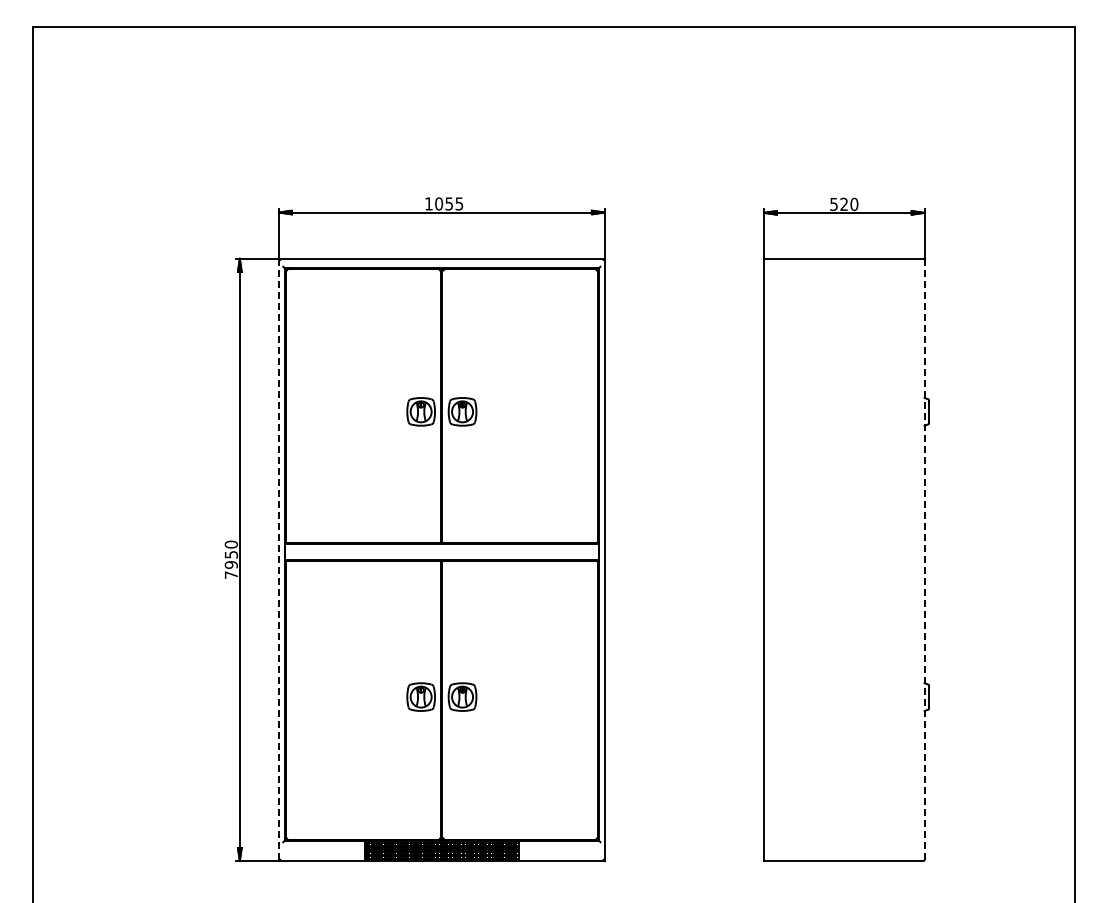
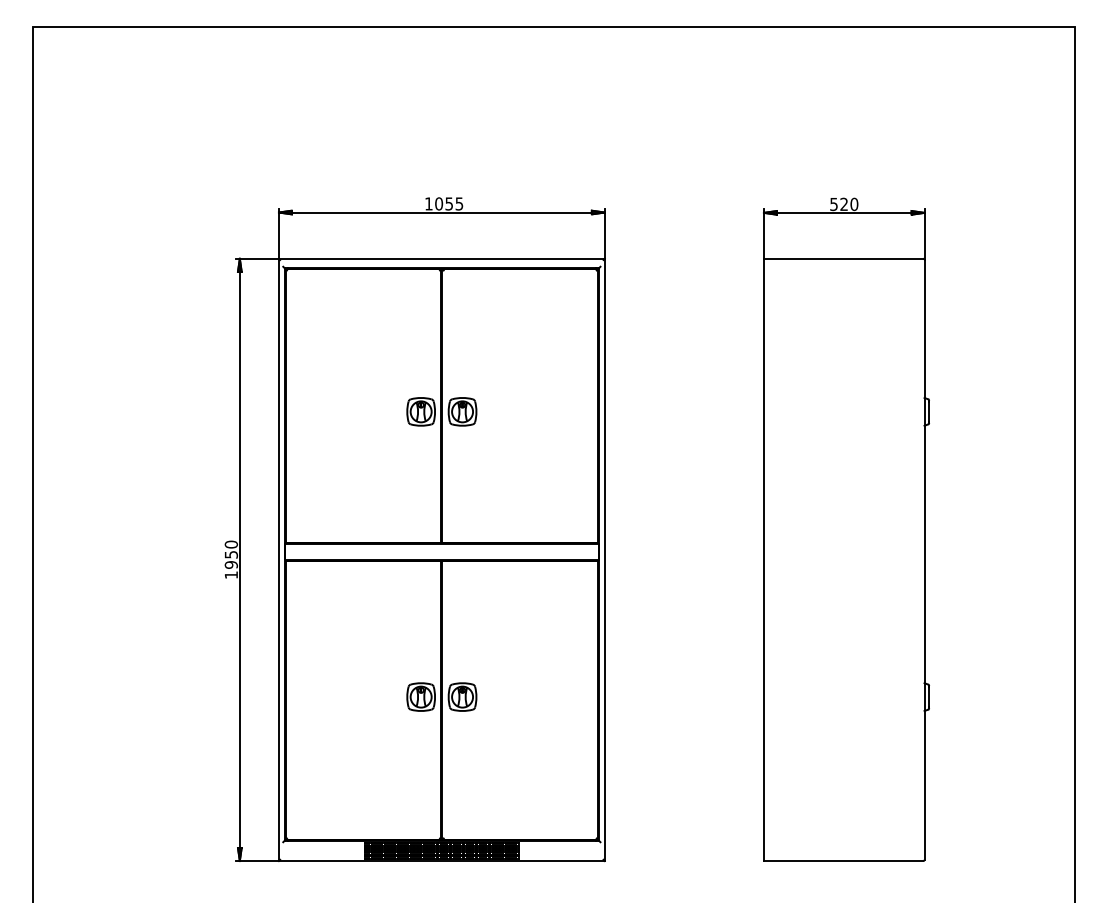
line at (924, 559): dashed -> solid
line at (278, 560): dashed -> solid
text at (230, 574): 7950 -> 1950
